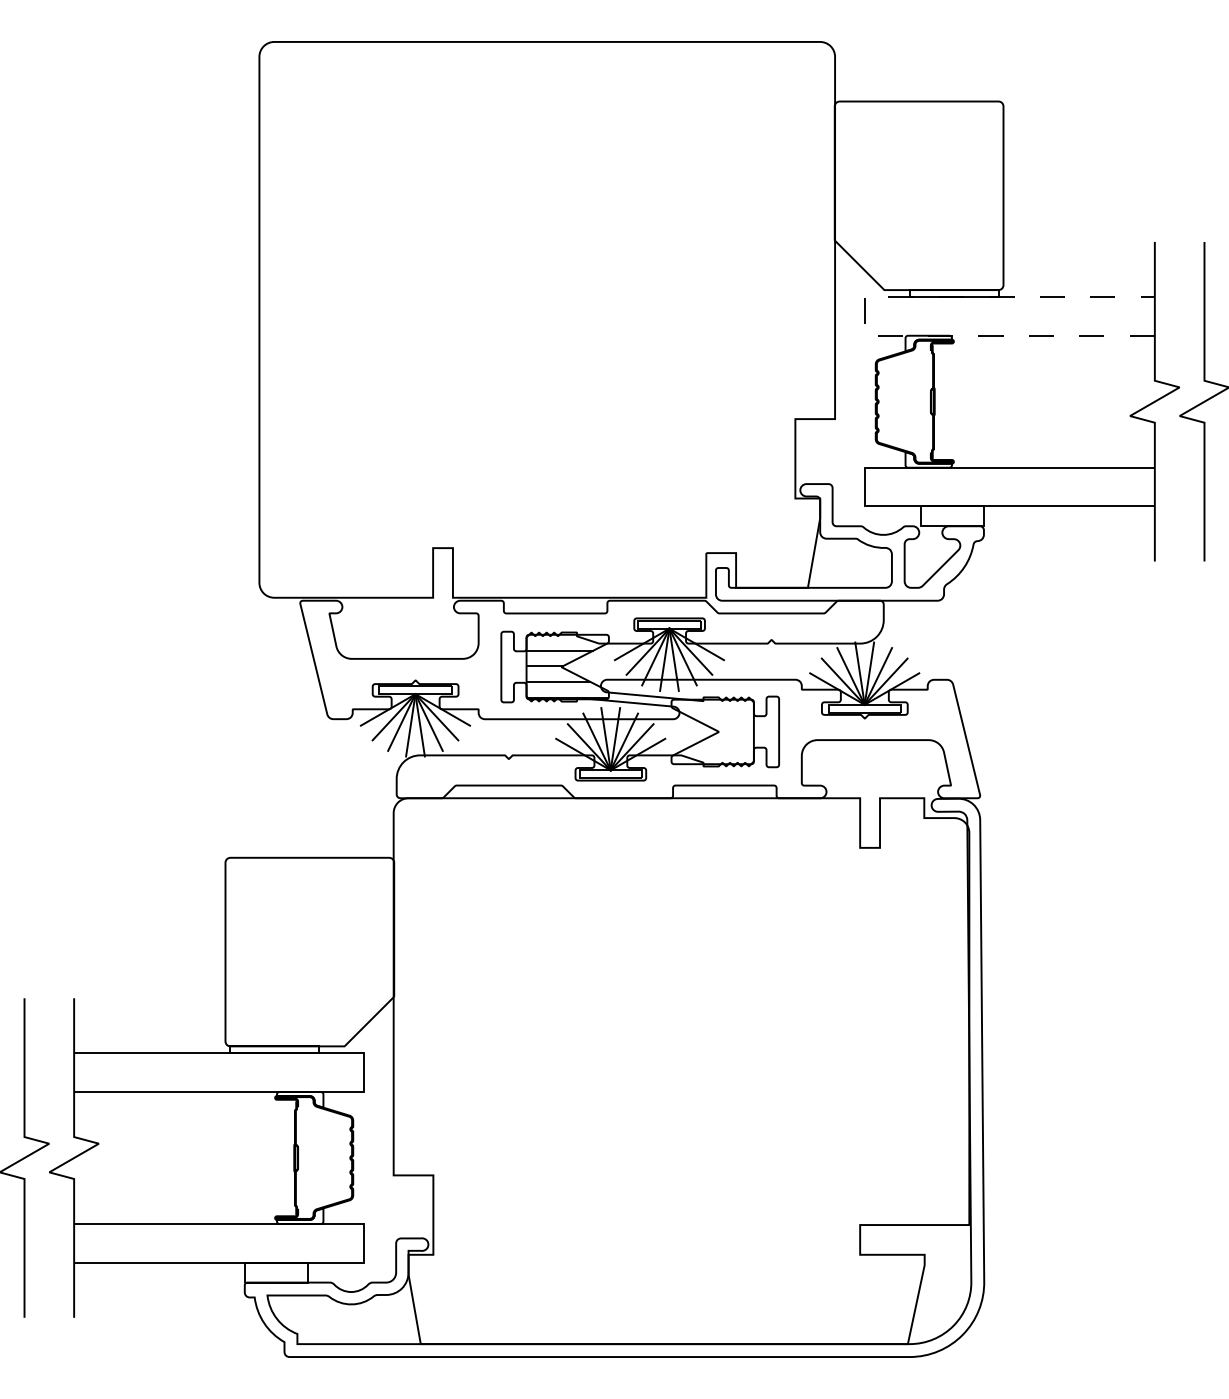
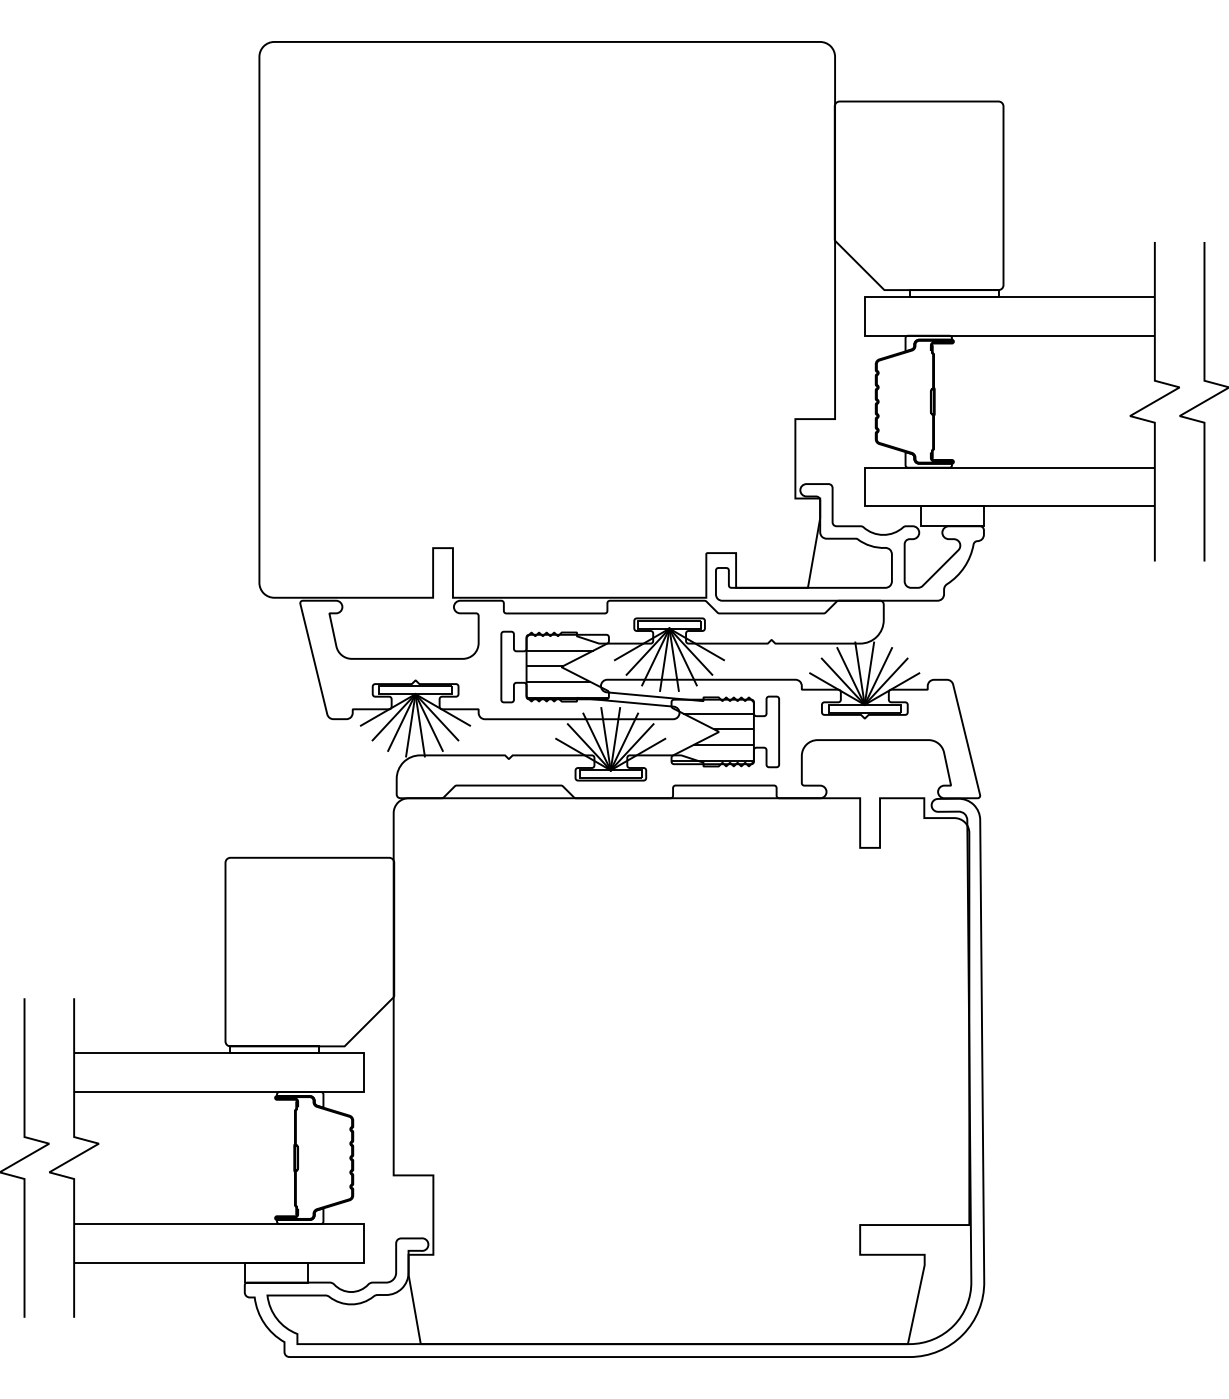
line at (864, 315): dashed -> solid
hatch at (712, 736): none -> present
